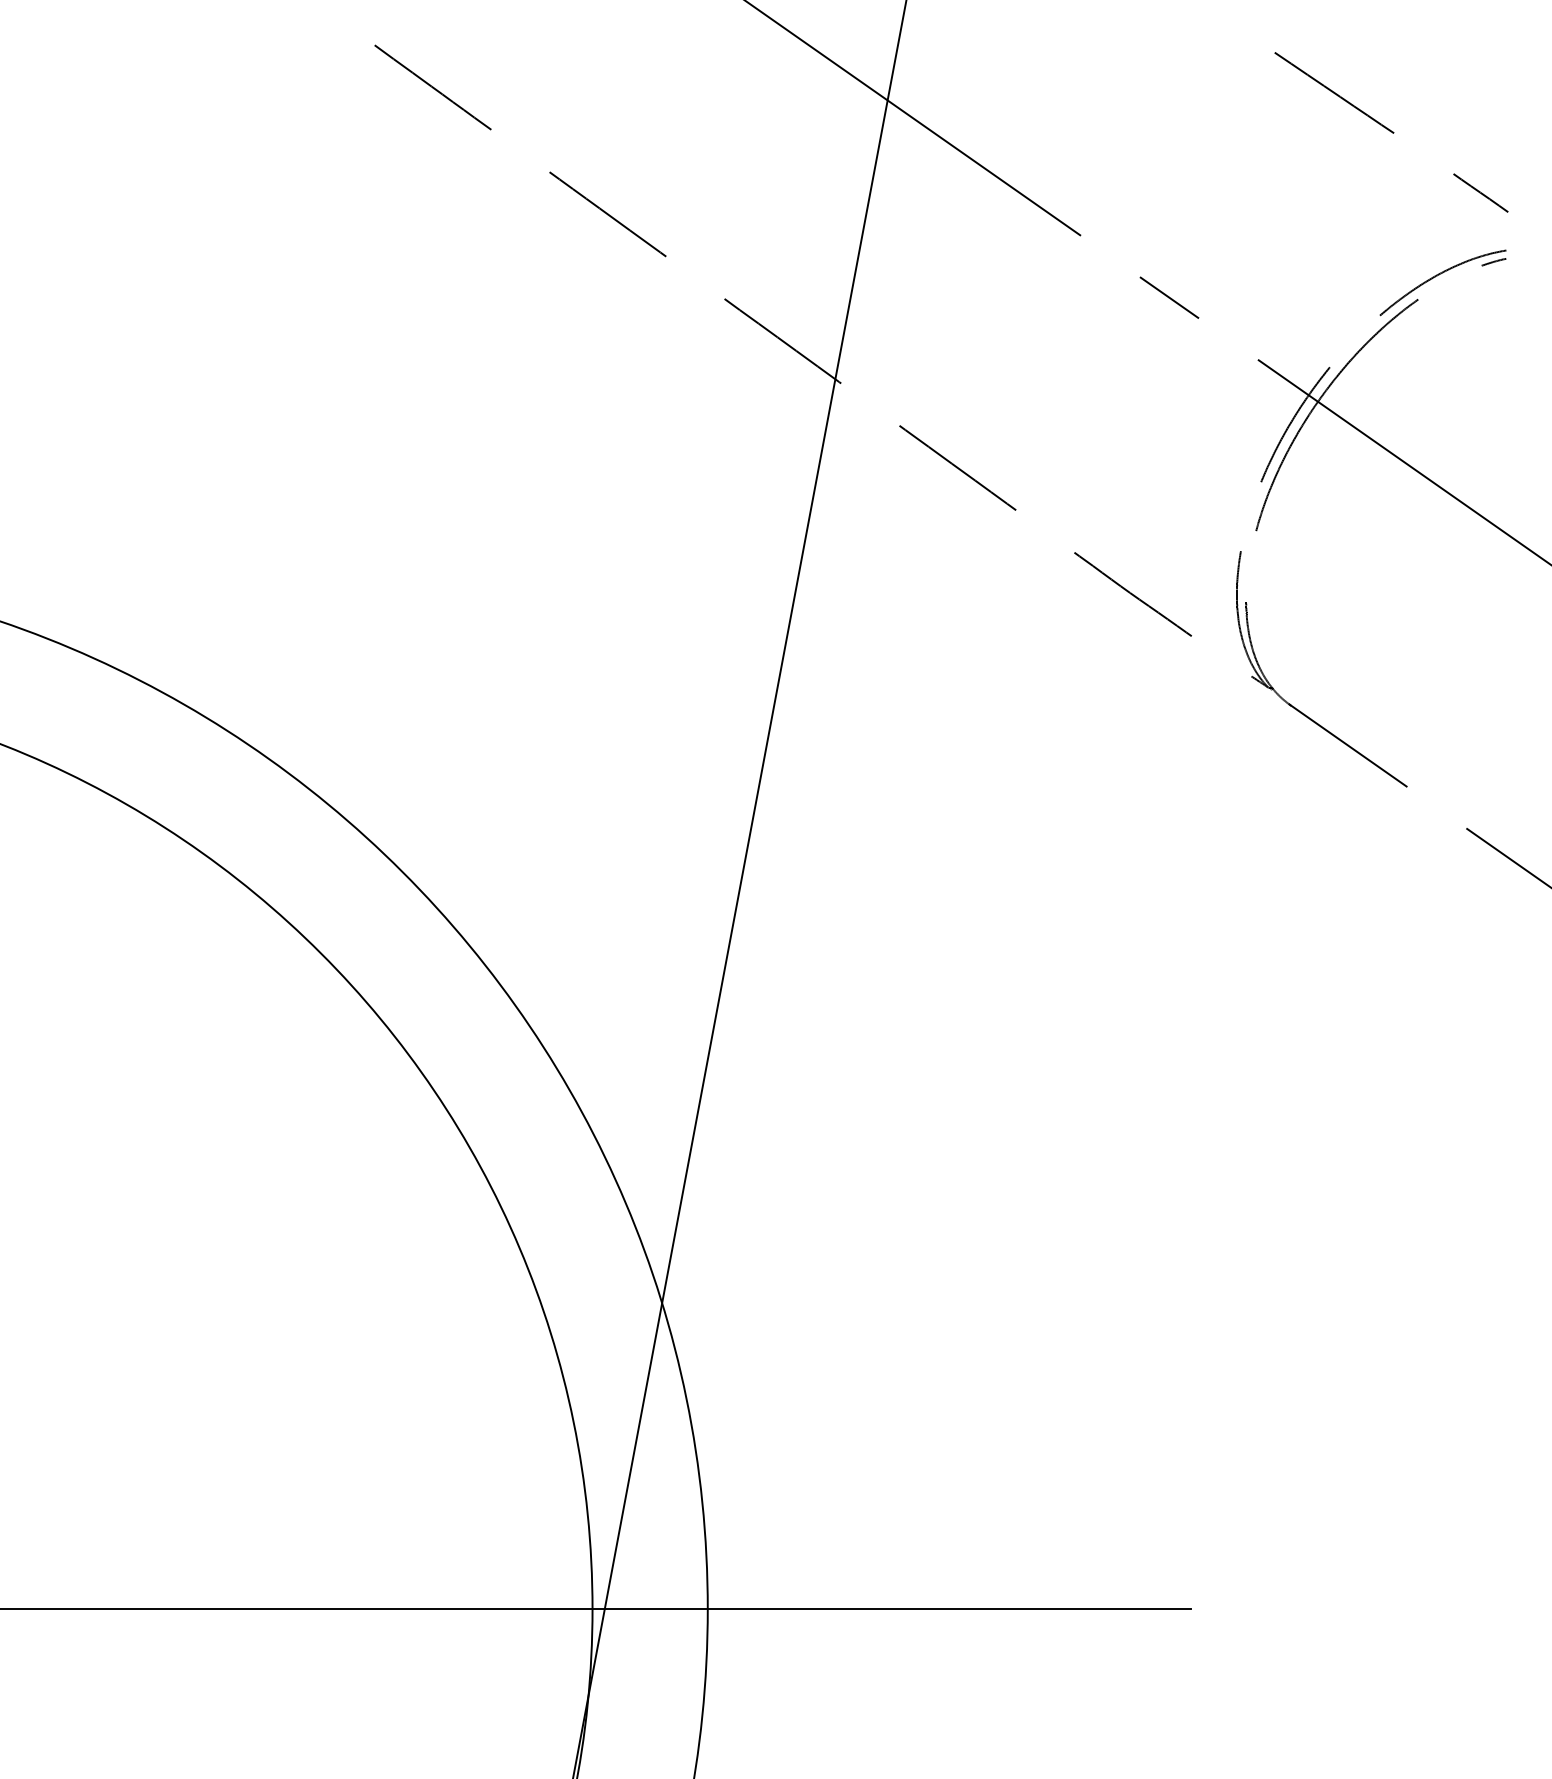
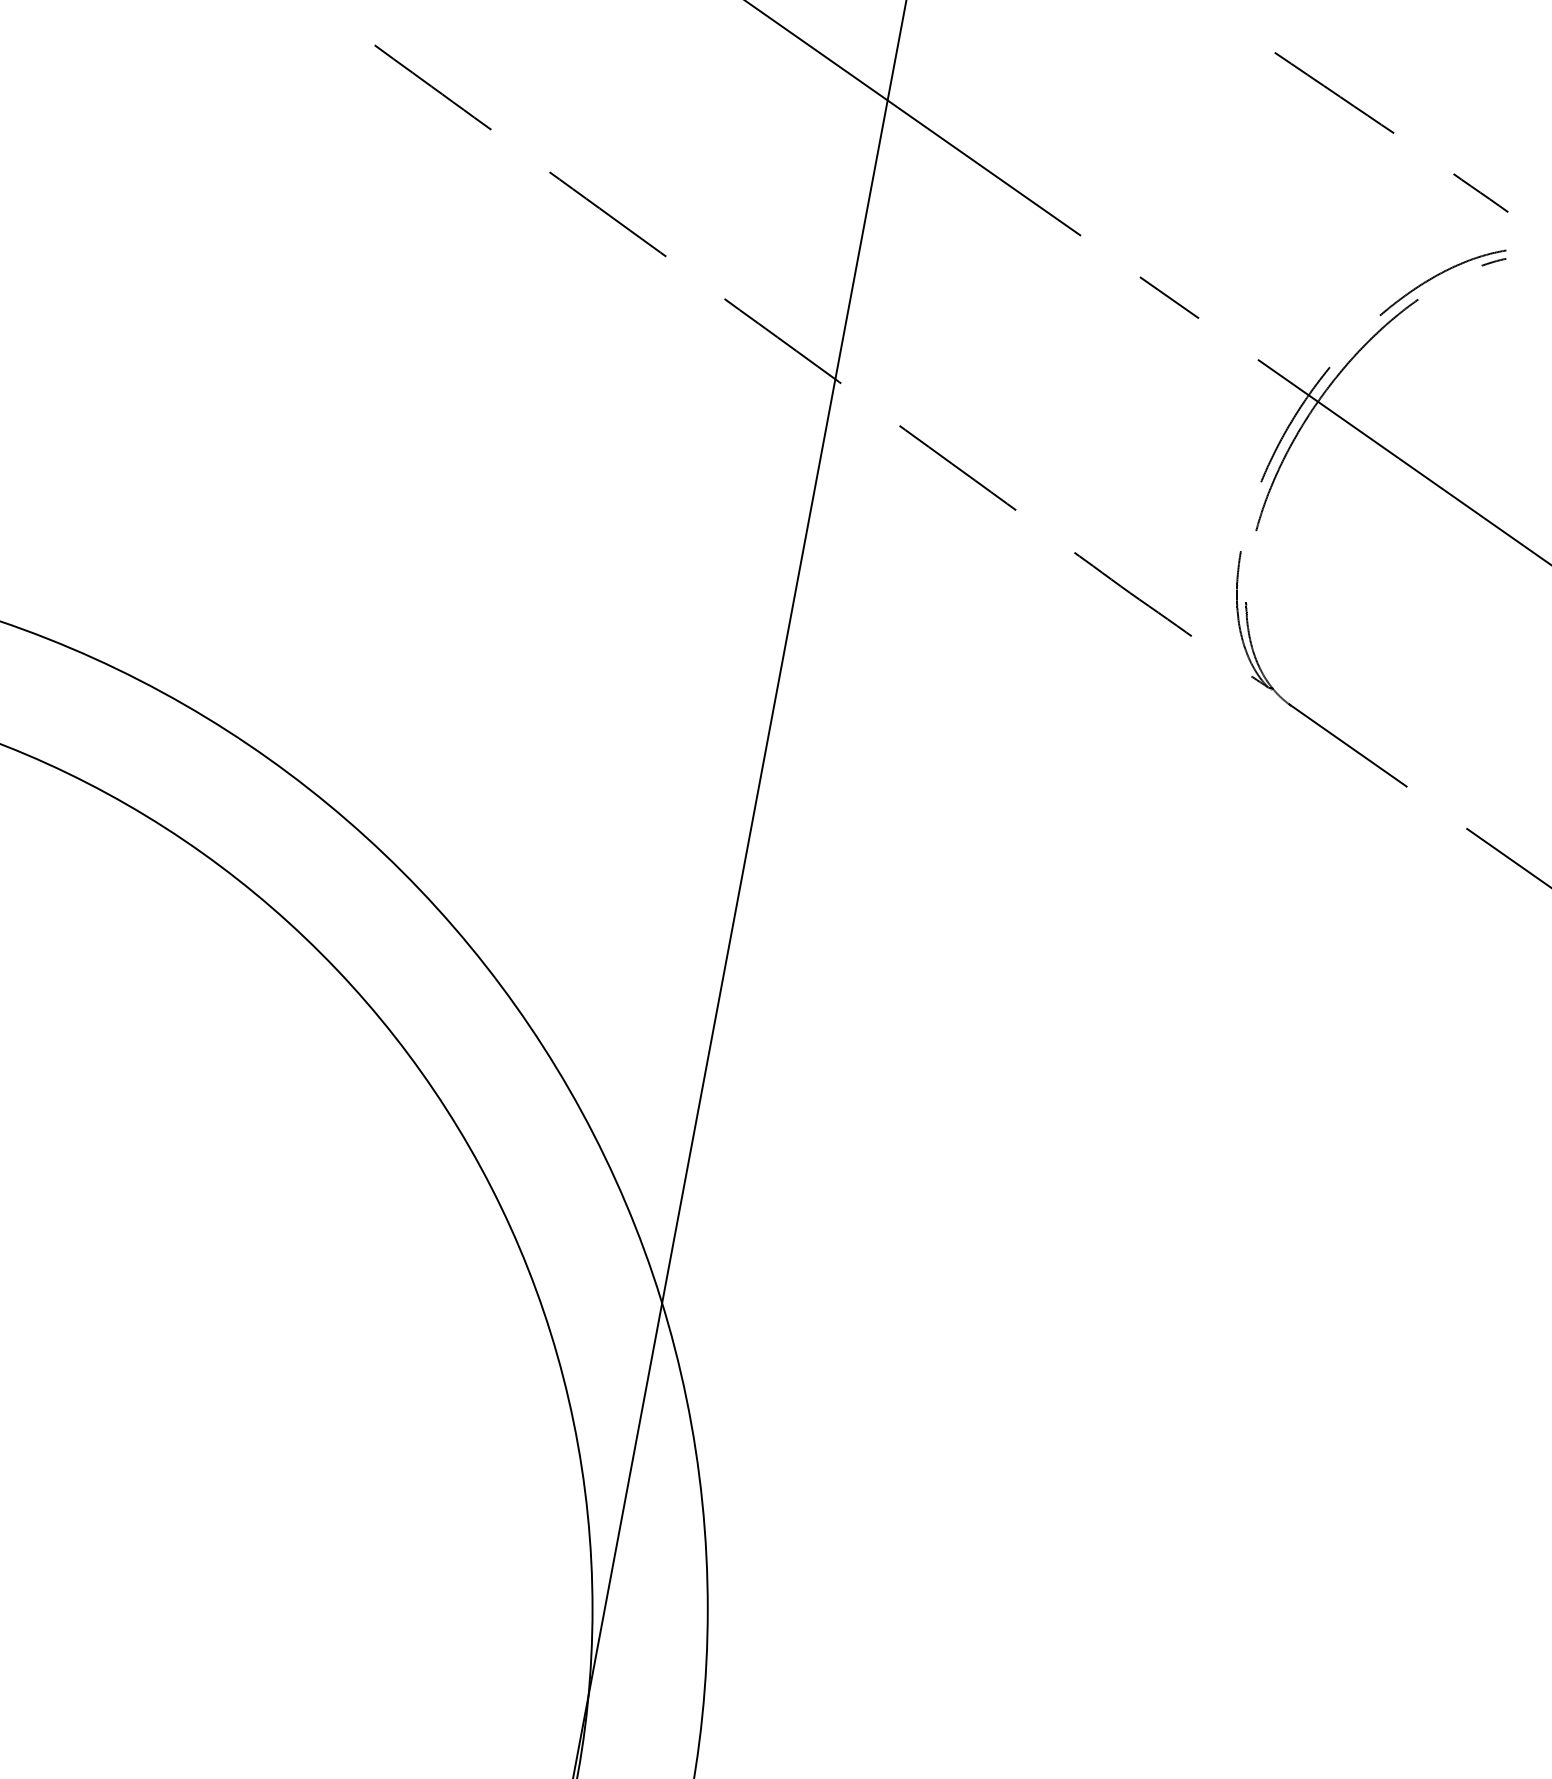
line at (596, 1609): present -> none
